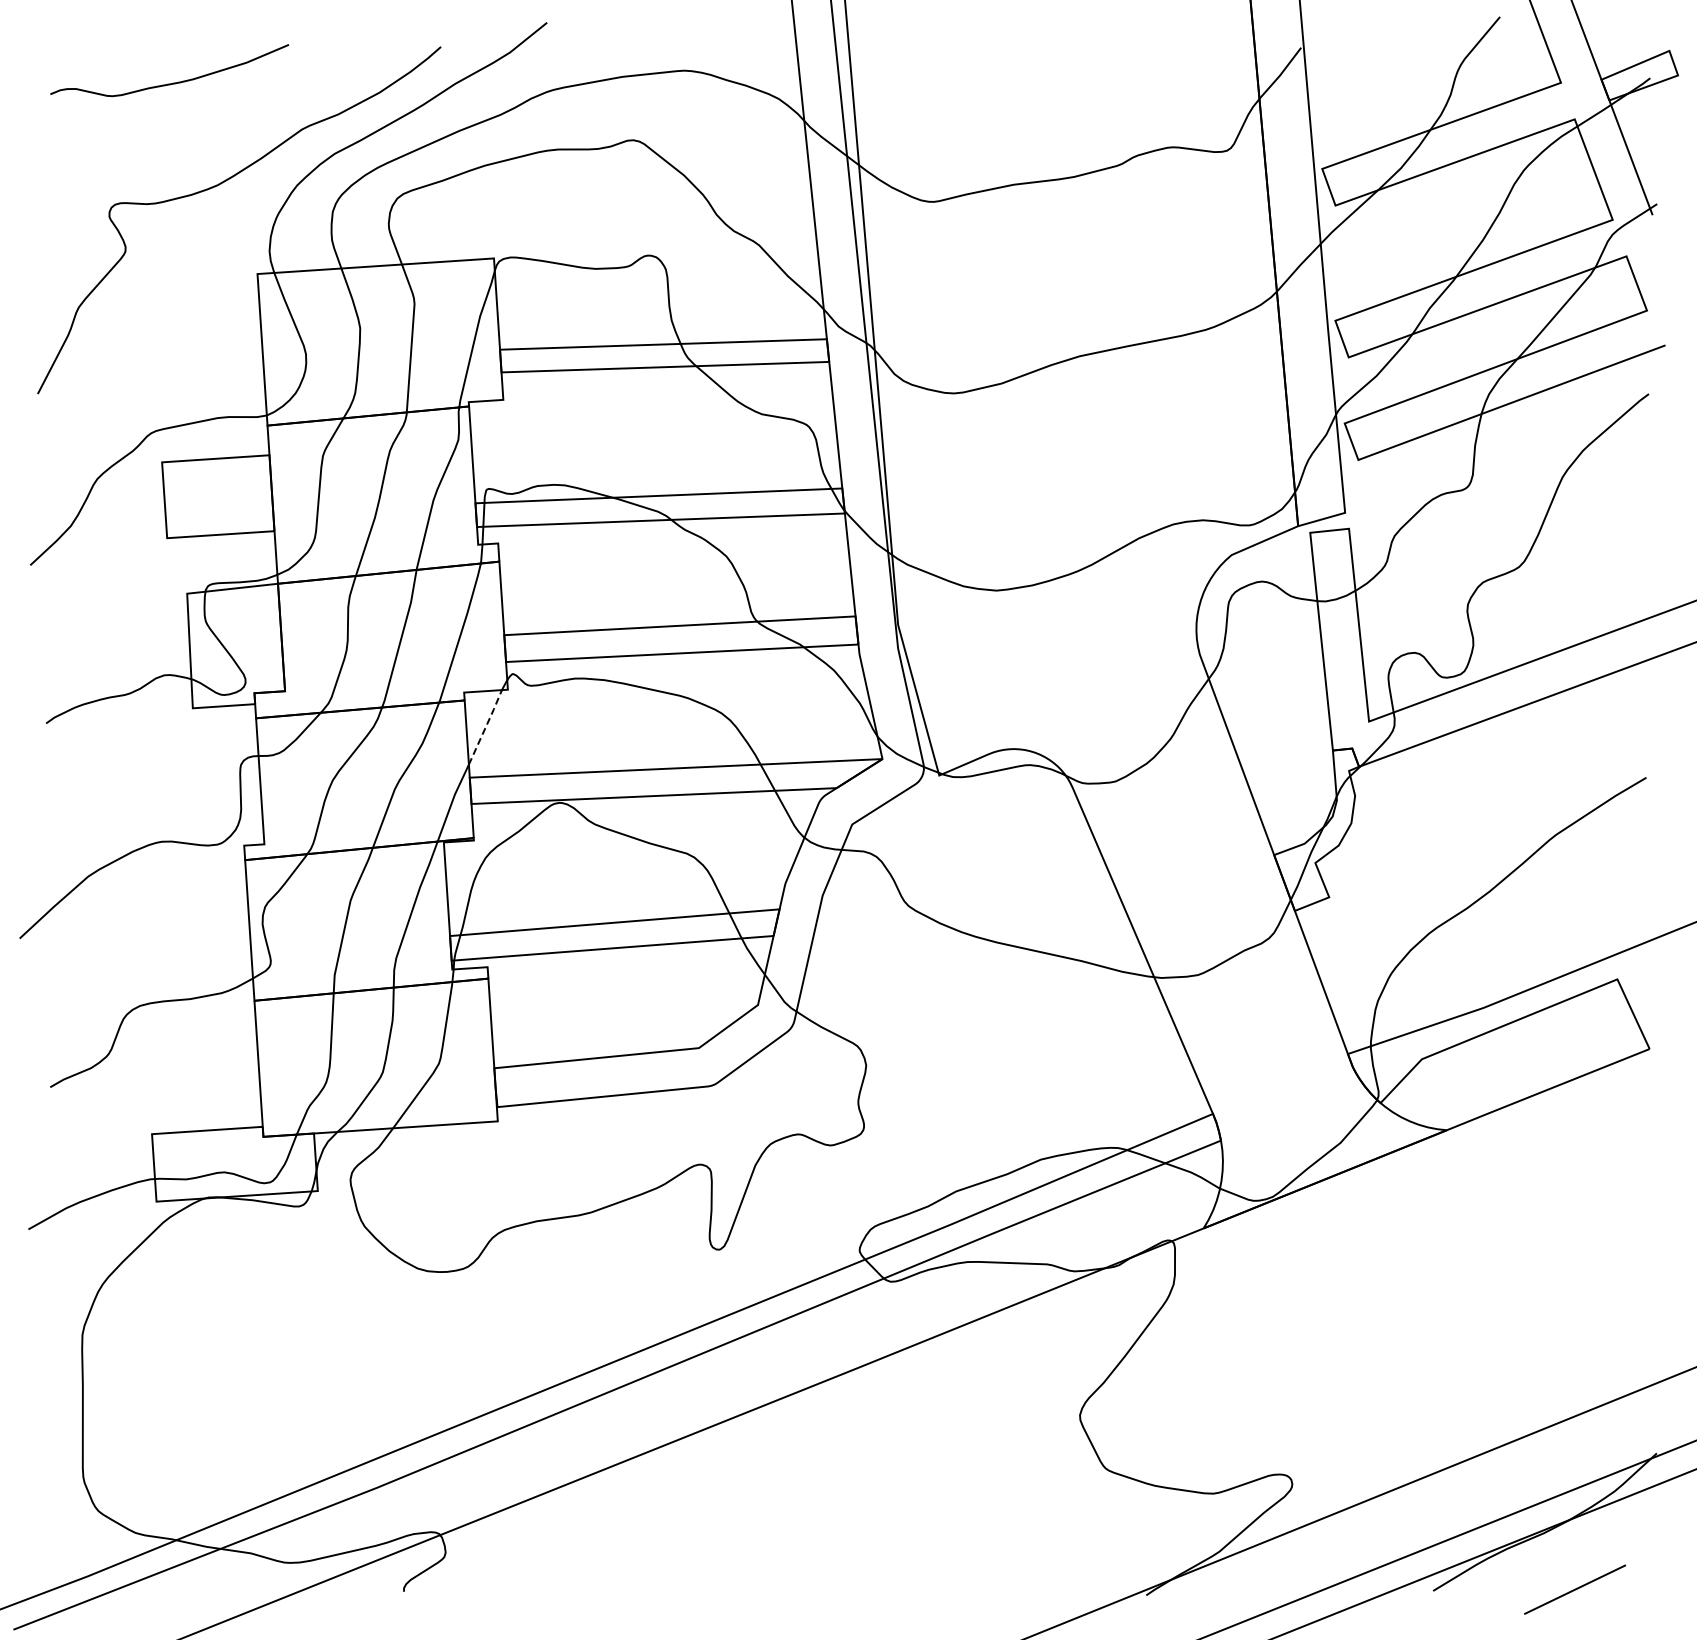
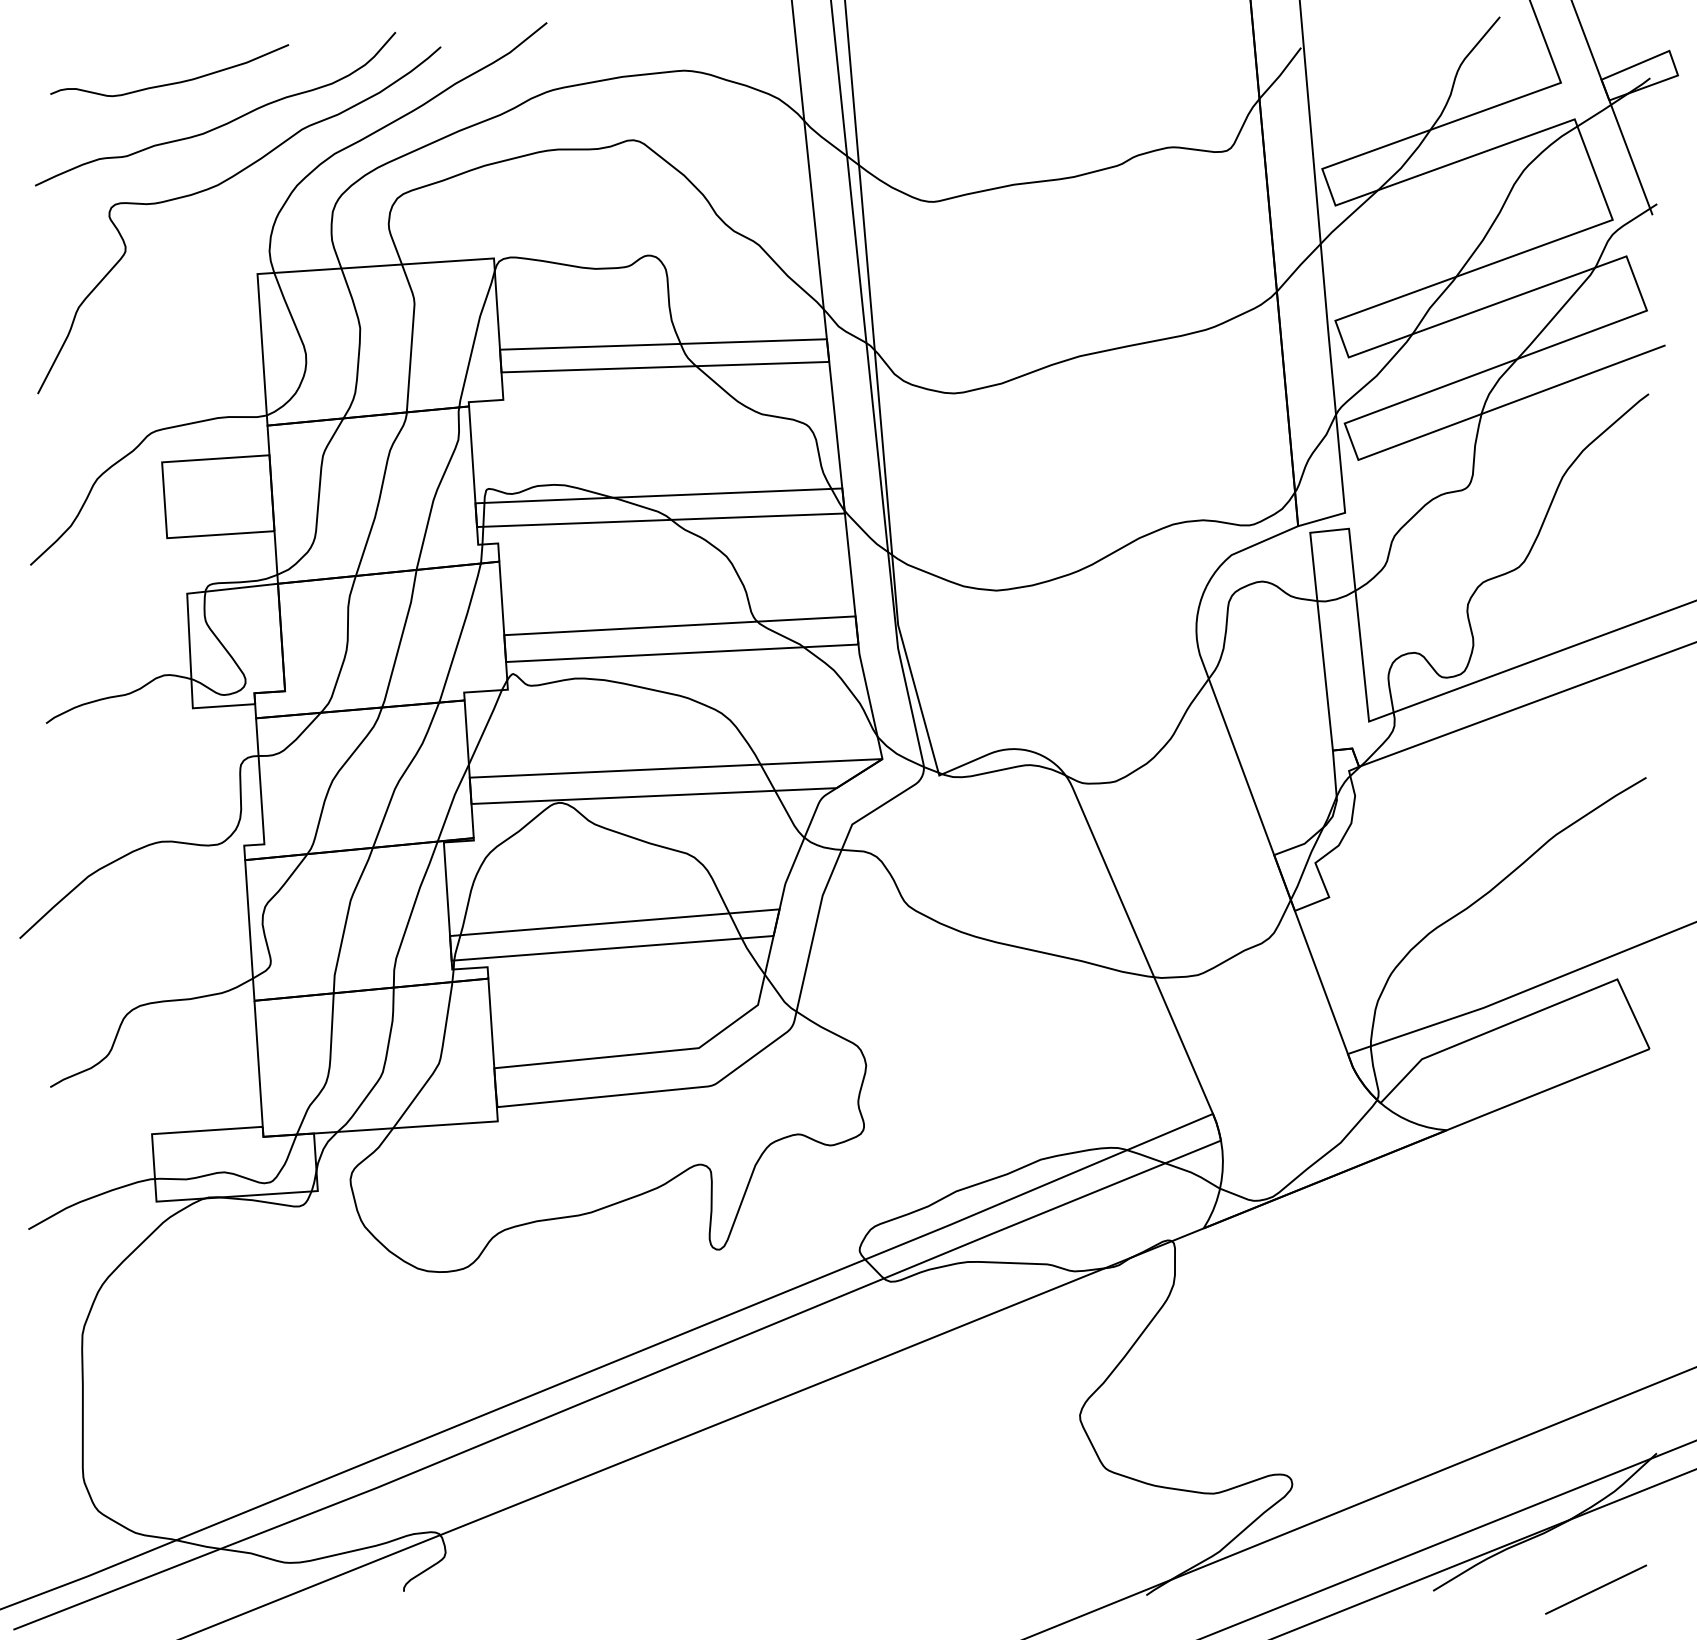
curve at (219, 125): none -> present
line at (486, 726): dashed -> solid
line at (1575, 1589) position: (1575, 1589) -> (1596, 1589)
